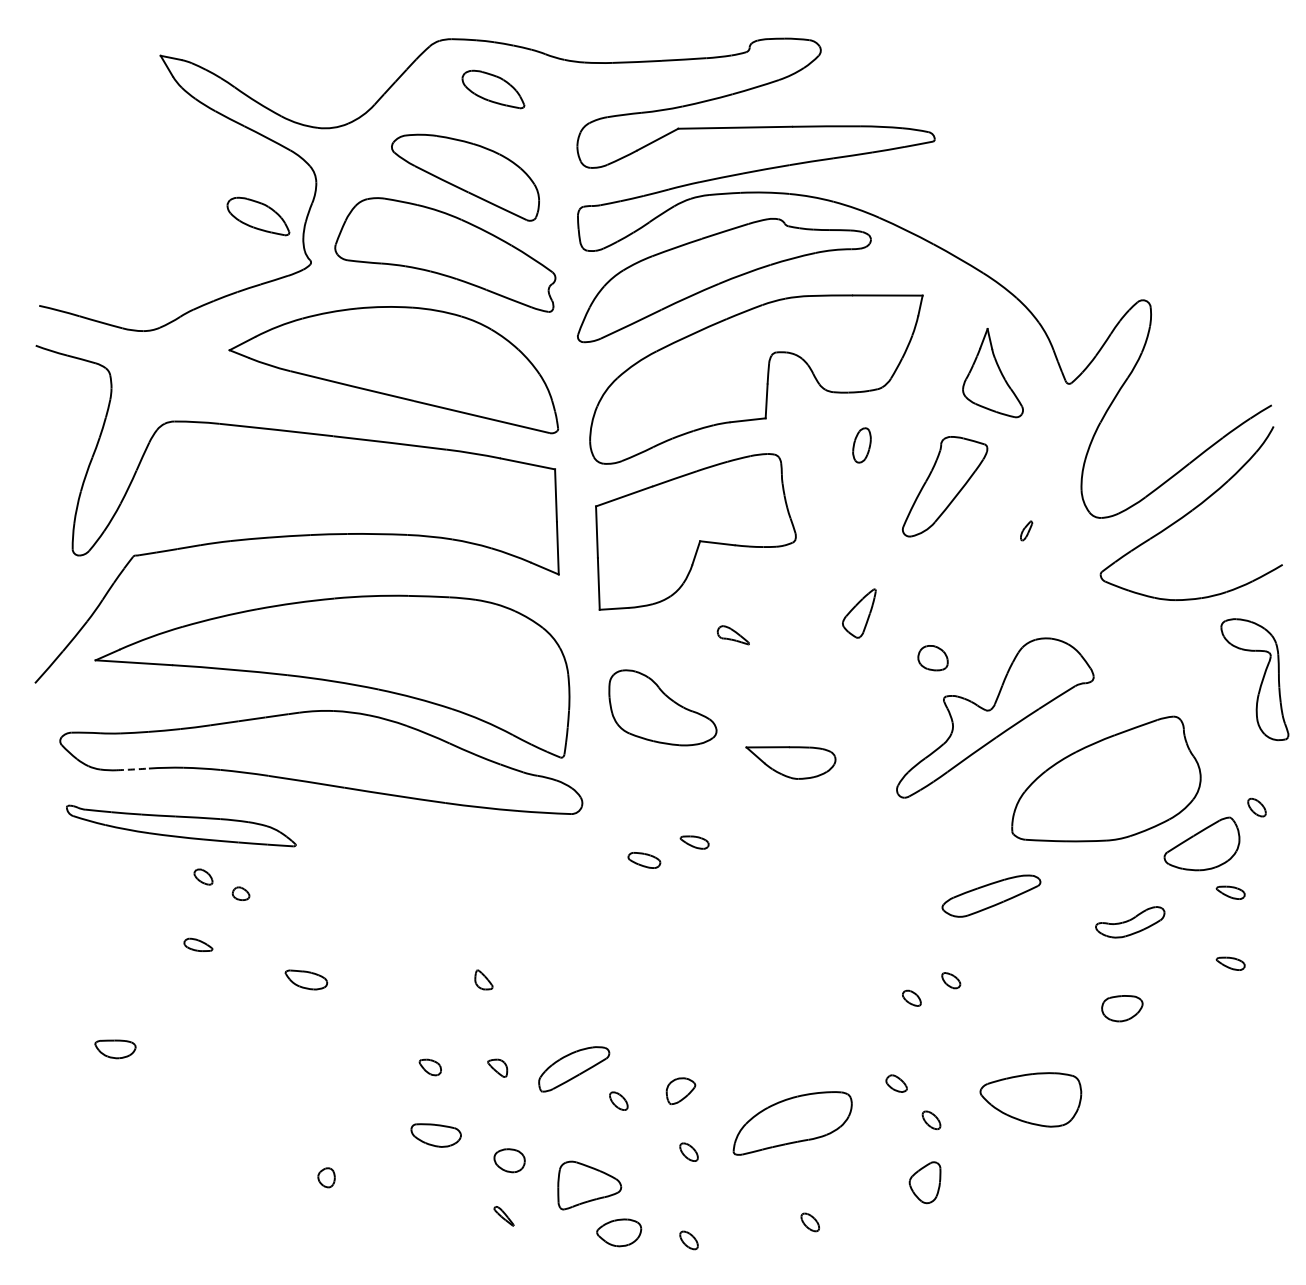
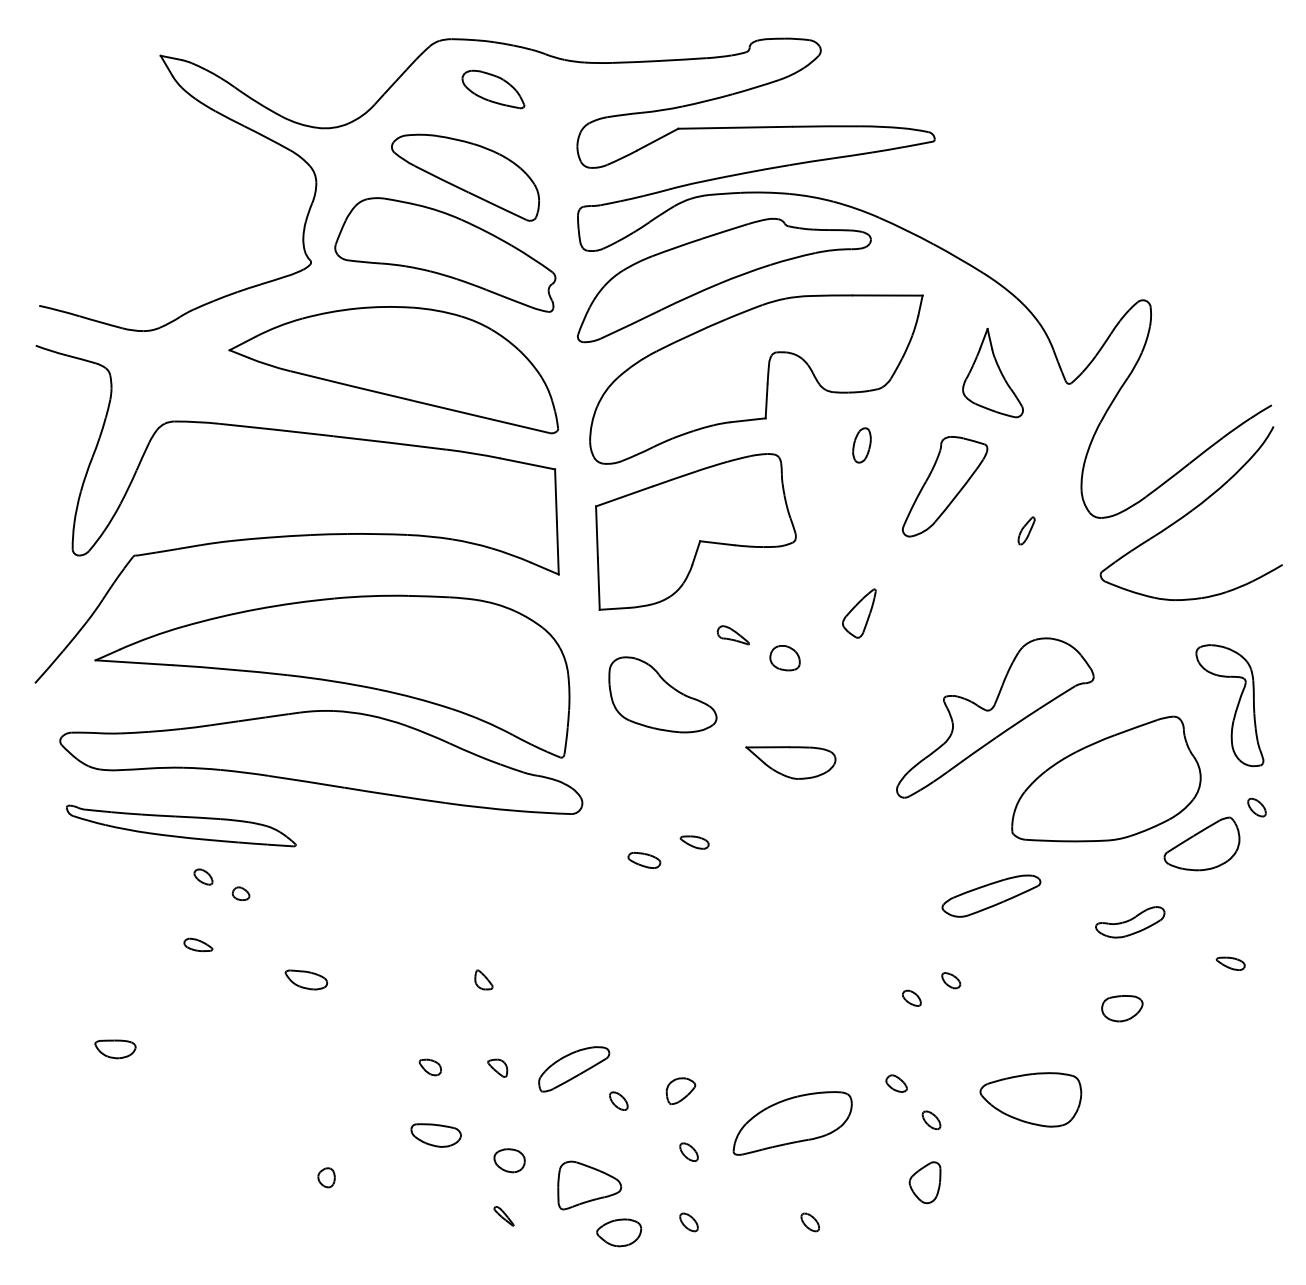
part at (258, 216): present -> none
part at (1026, 530) size: 14x22 px -> 19x30 px
part at (932, 658) position: (932, 658) -> (784, 658)
part at (1261, 680) position: (1261, 680) -> (1236, 706)
part at (662, 707) position: (662, 707) -> (662, 694)
arc at (132, 769): dashed -> solid
part at (1230, 892): present -> none
part at (688, 1240) position: (688, 1240) -> (688, 1222)
